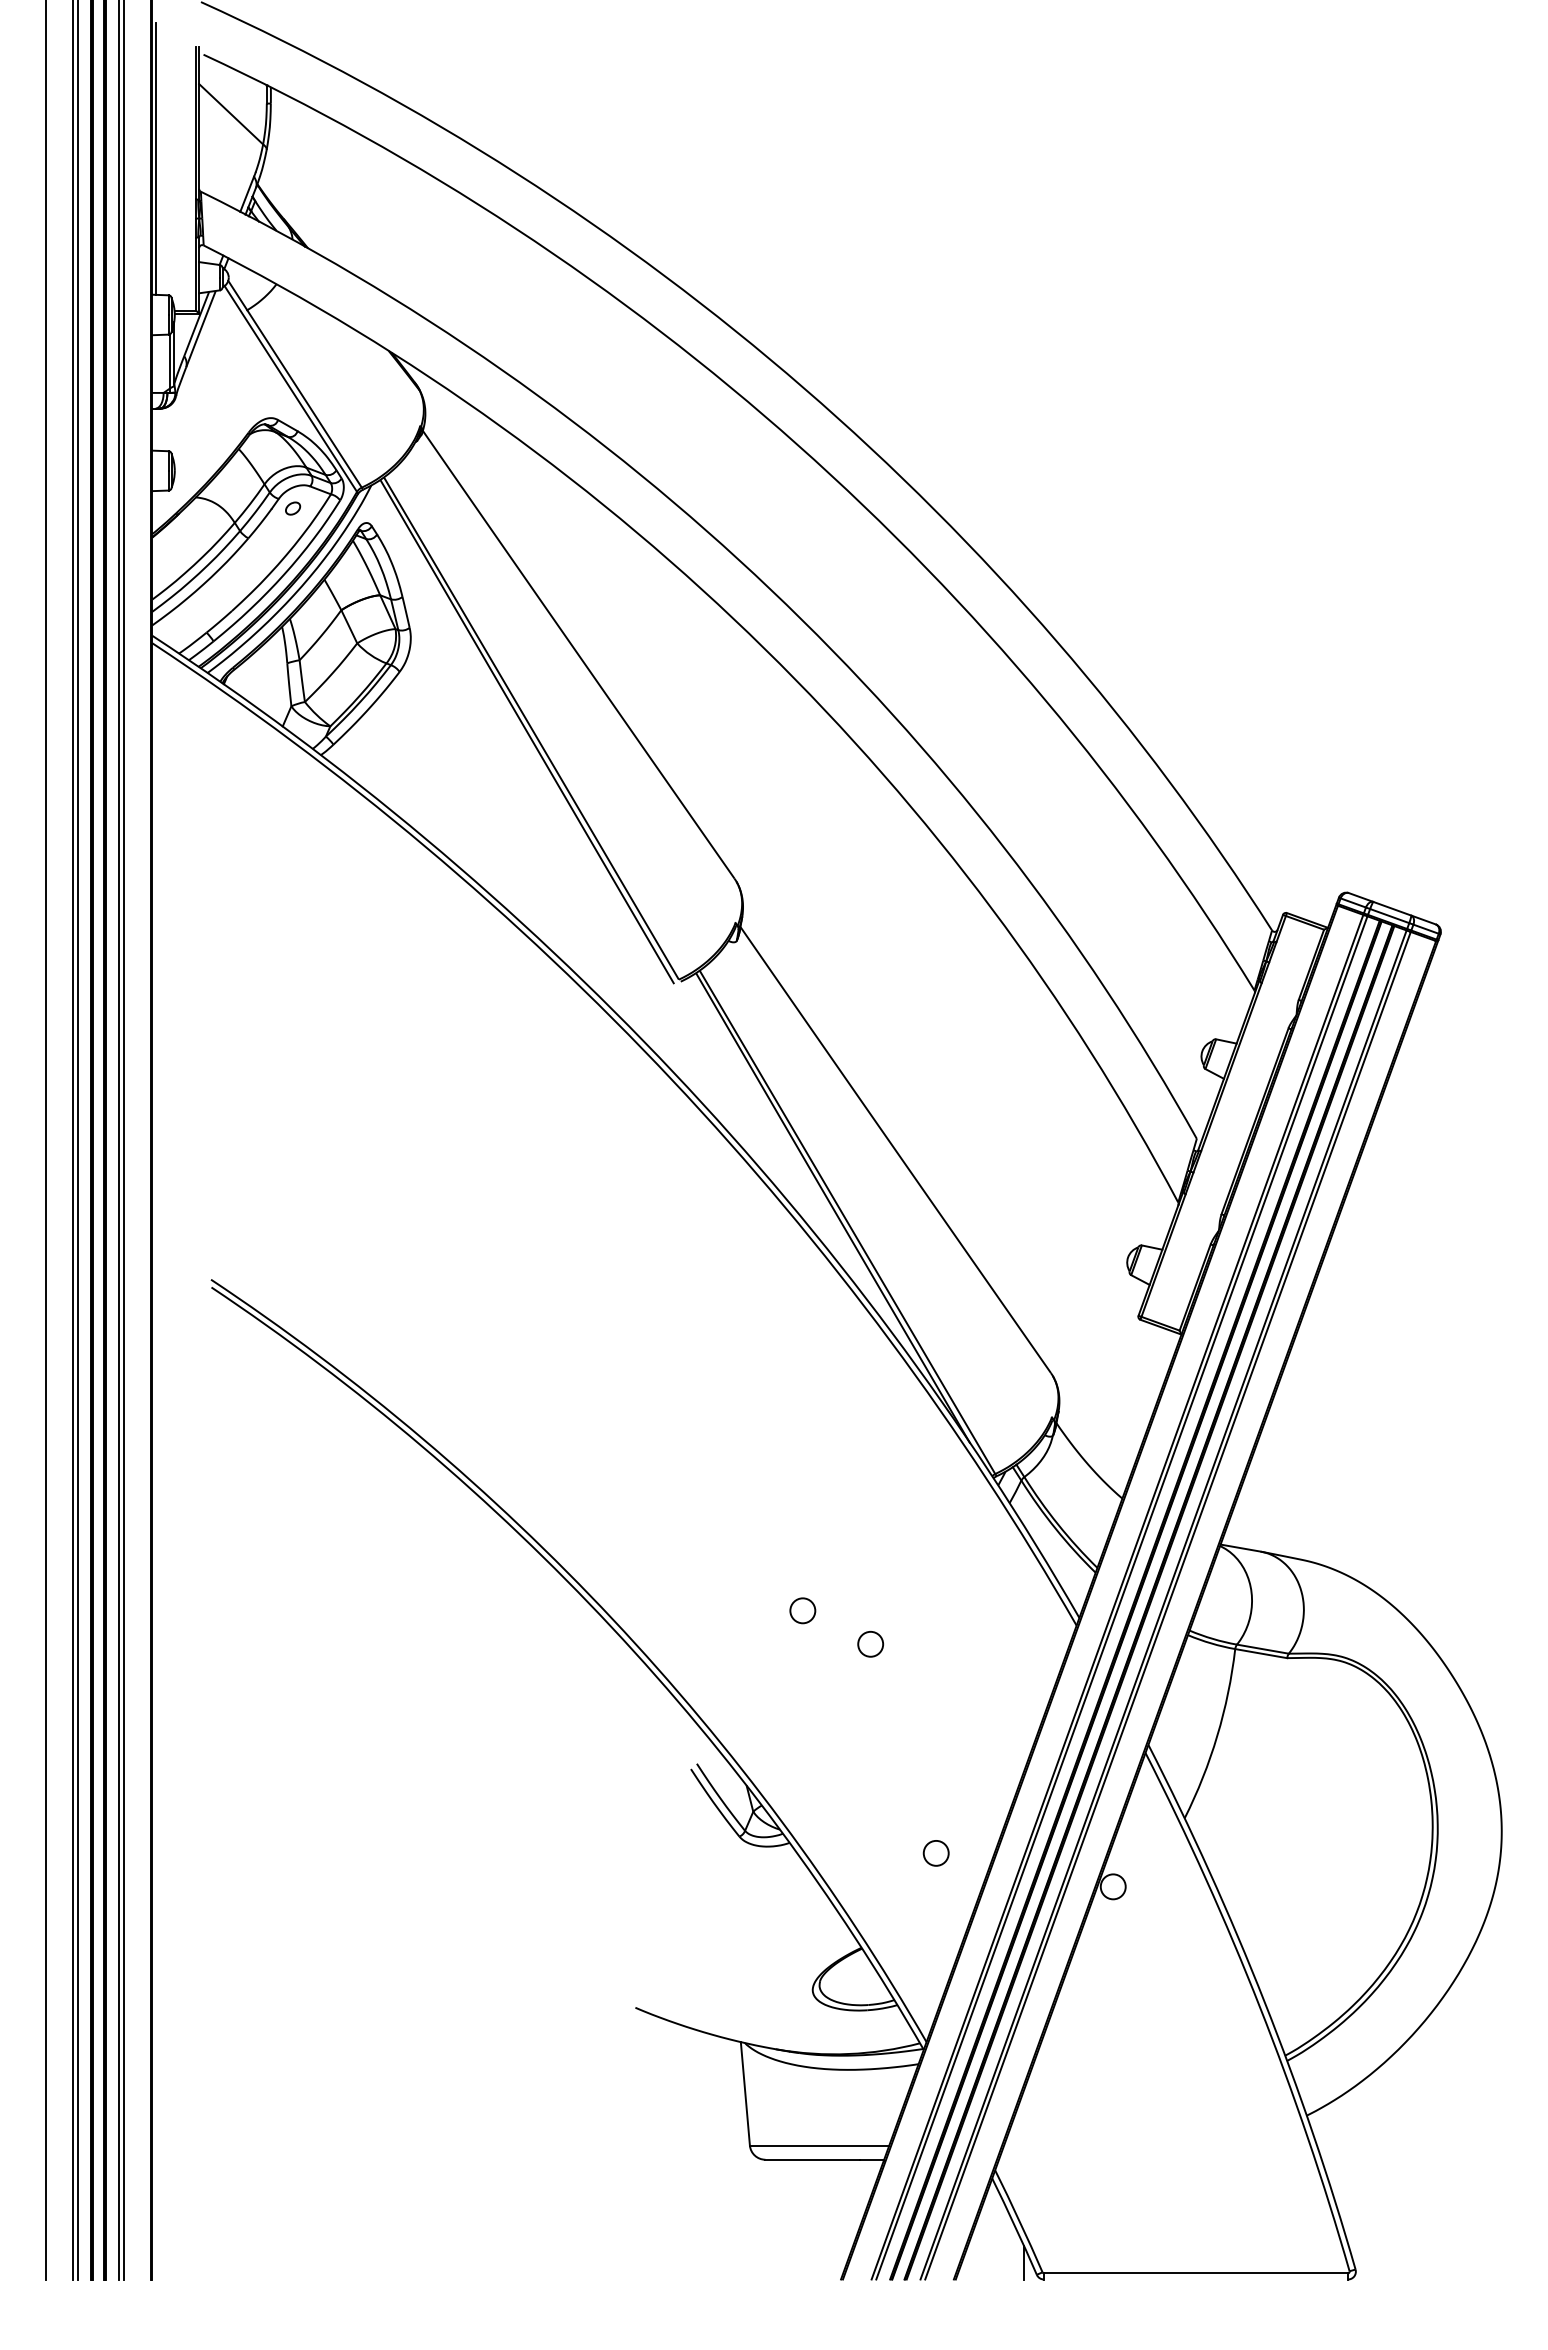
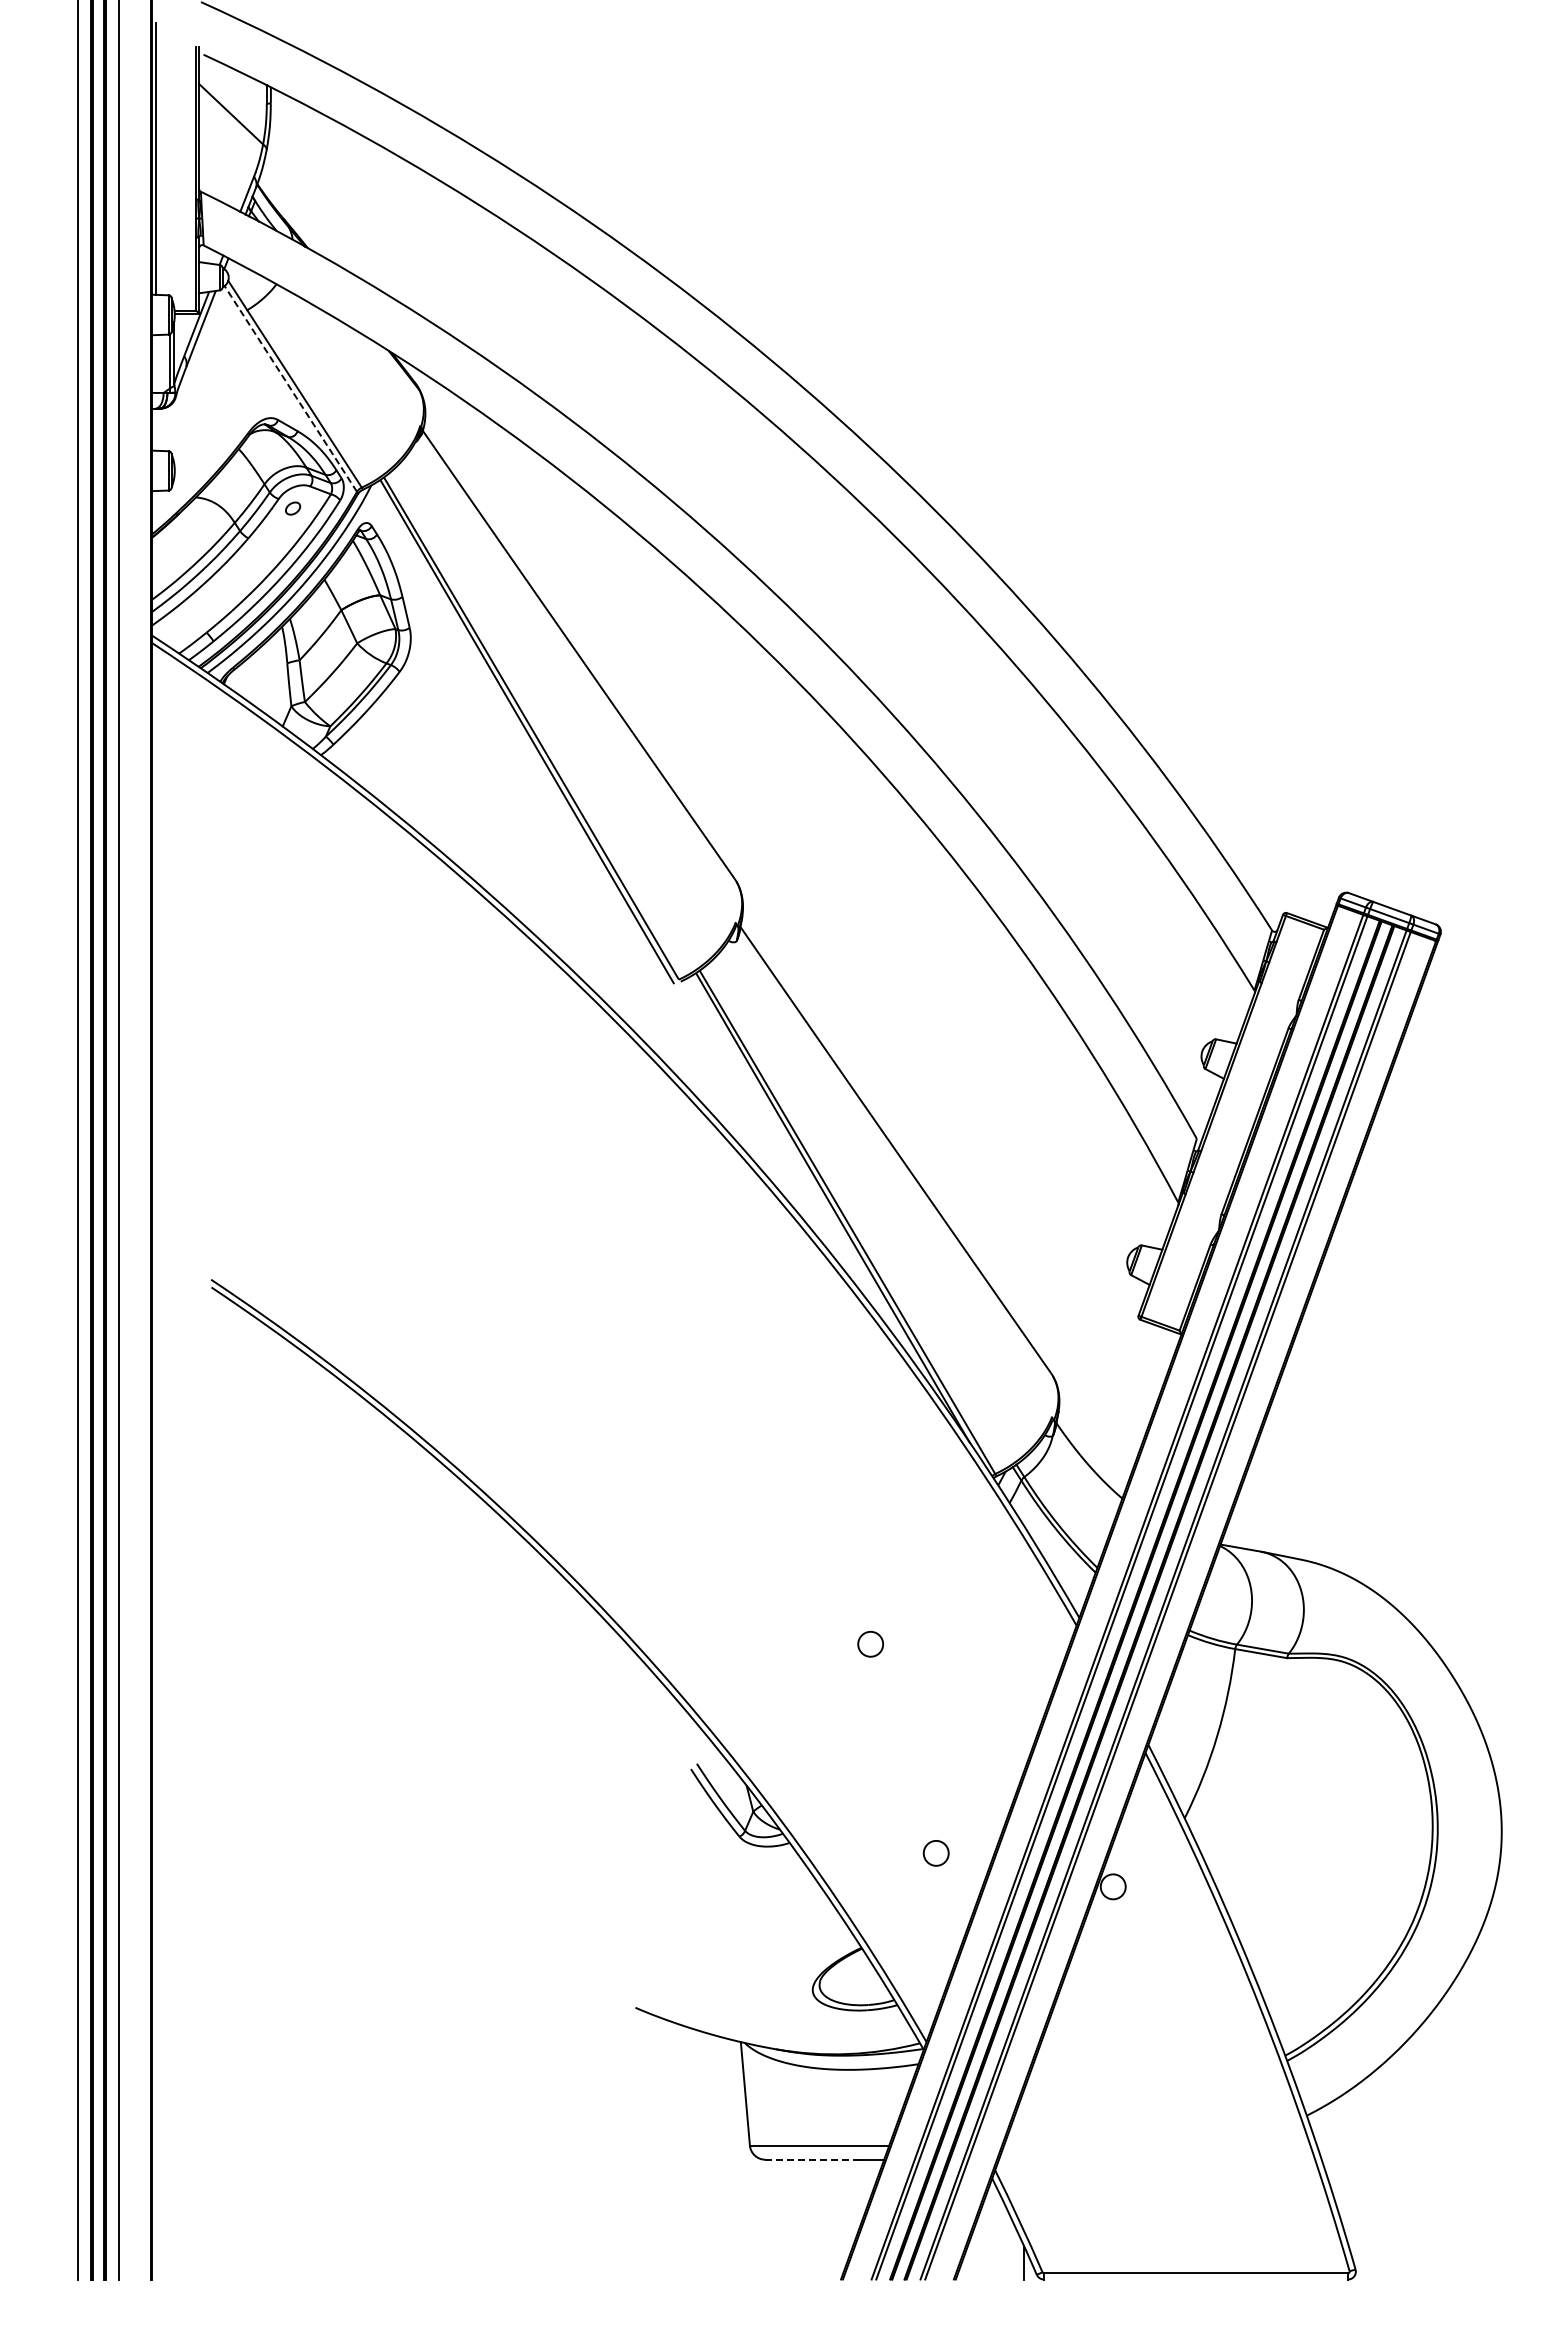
line at (290, 388): solid -> dashed
line at (46, 1140): present -> none
line at (73, 1140): present -> none
line at (123, 1140): present -> none
circle at (802, 1610): present -> none
line at (812, 2159): solid -> dashed
